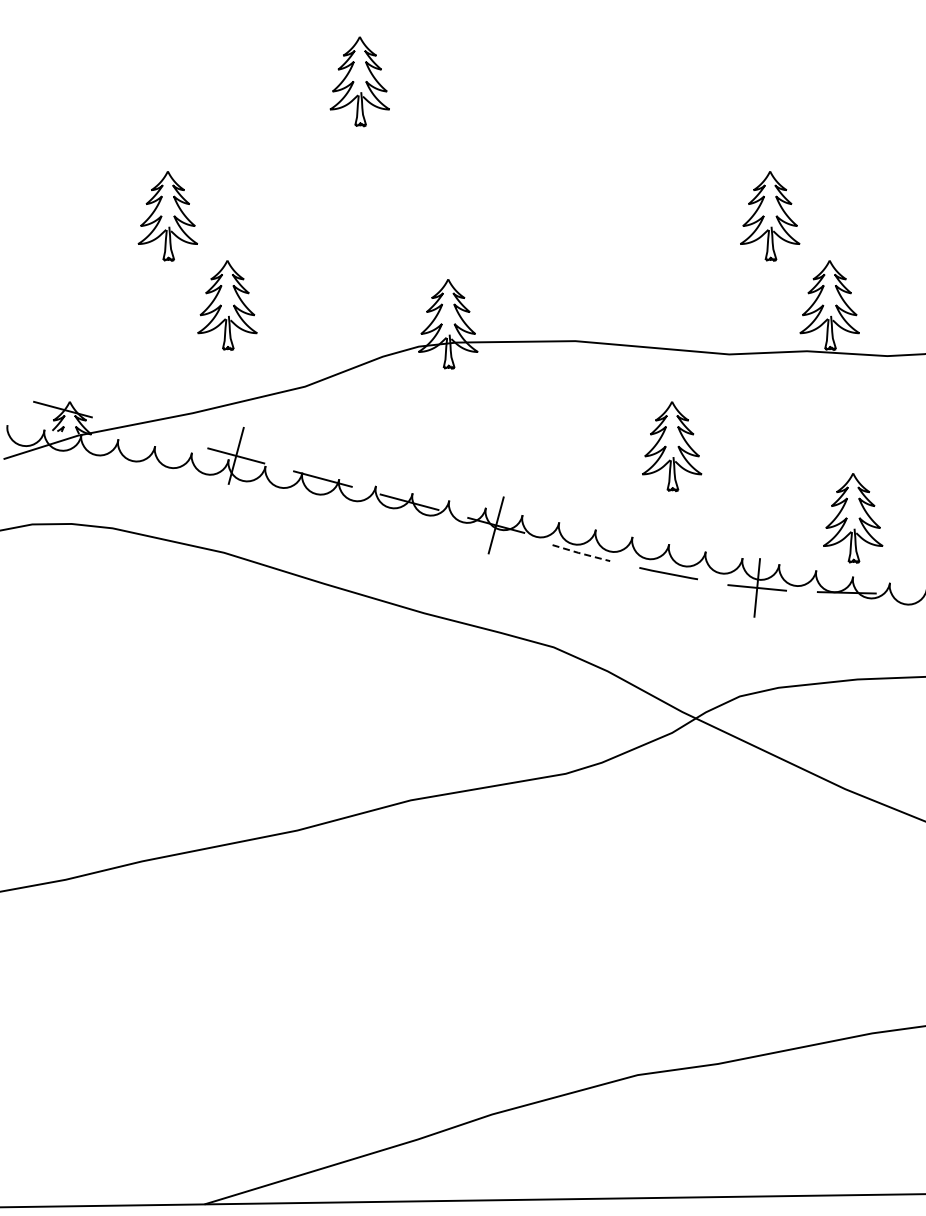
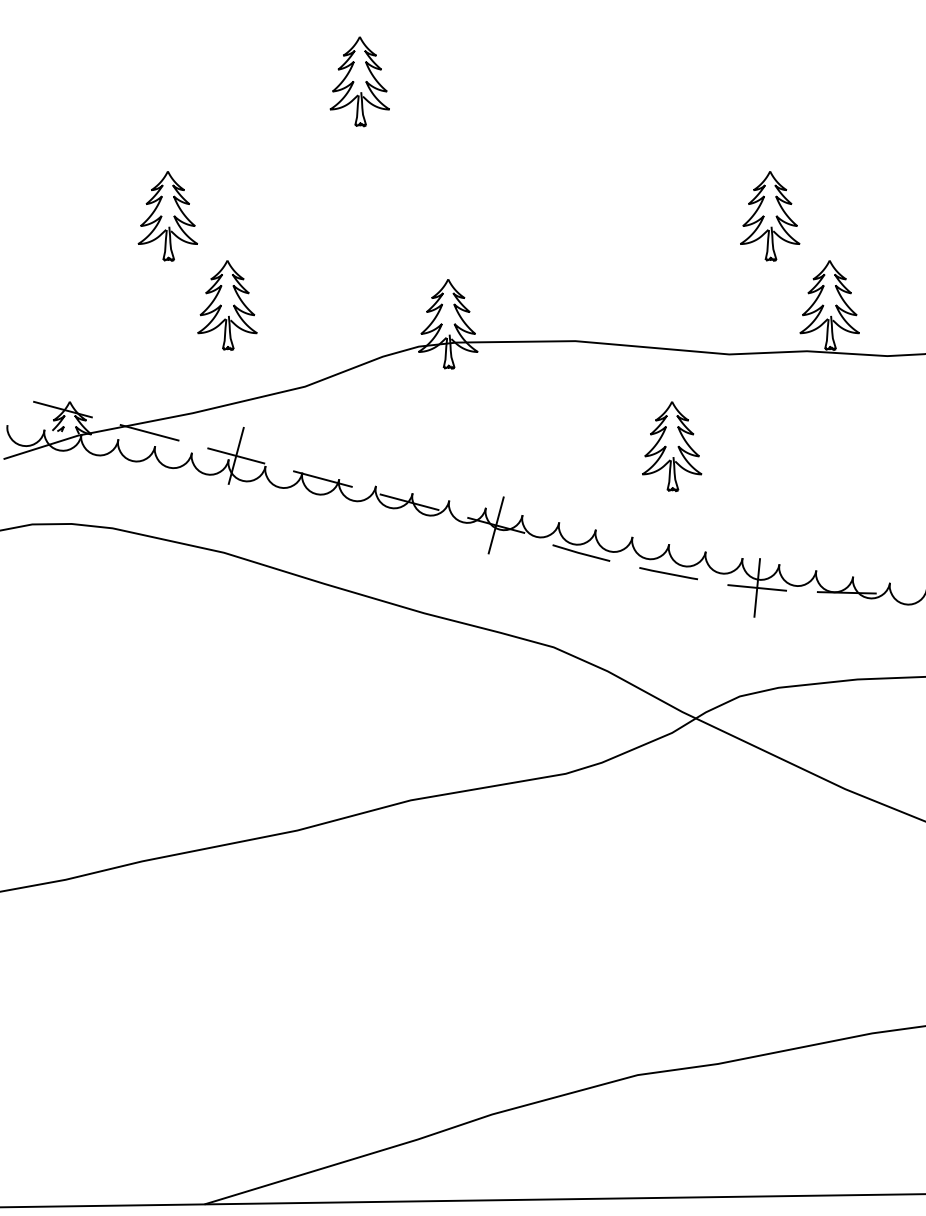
line at (149, 432): none -> present
part at (853, 518): present -> none
line at (581, 553): dashed -> solid
